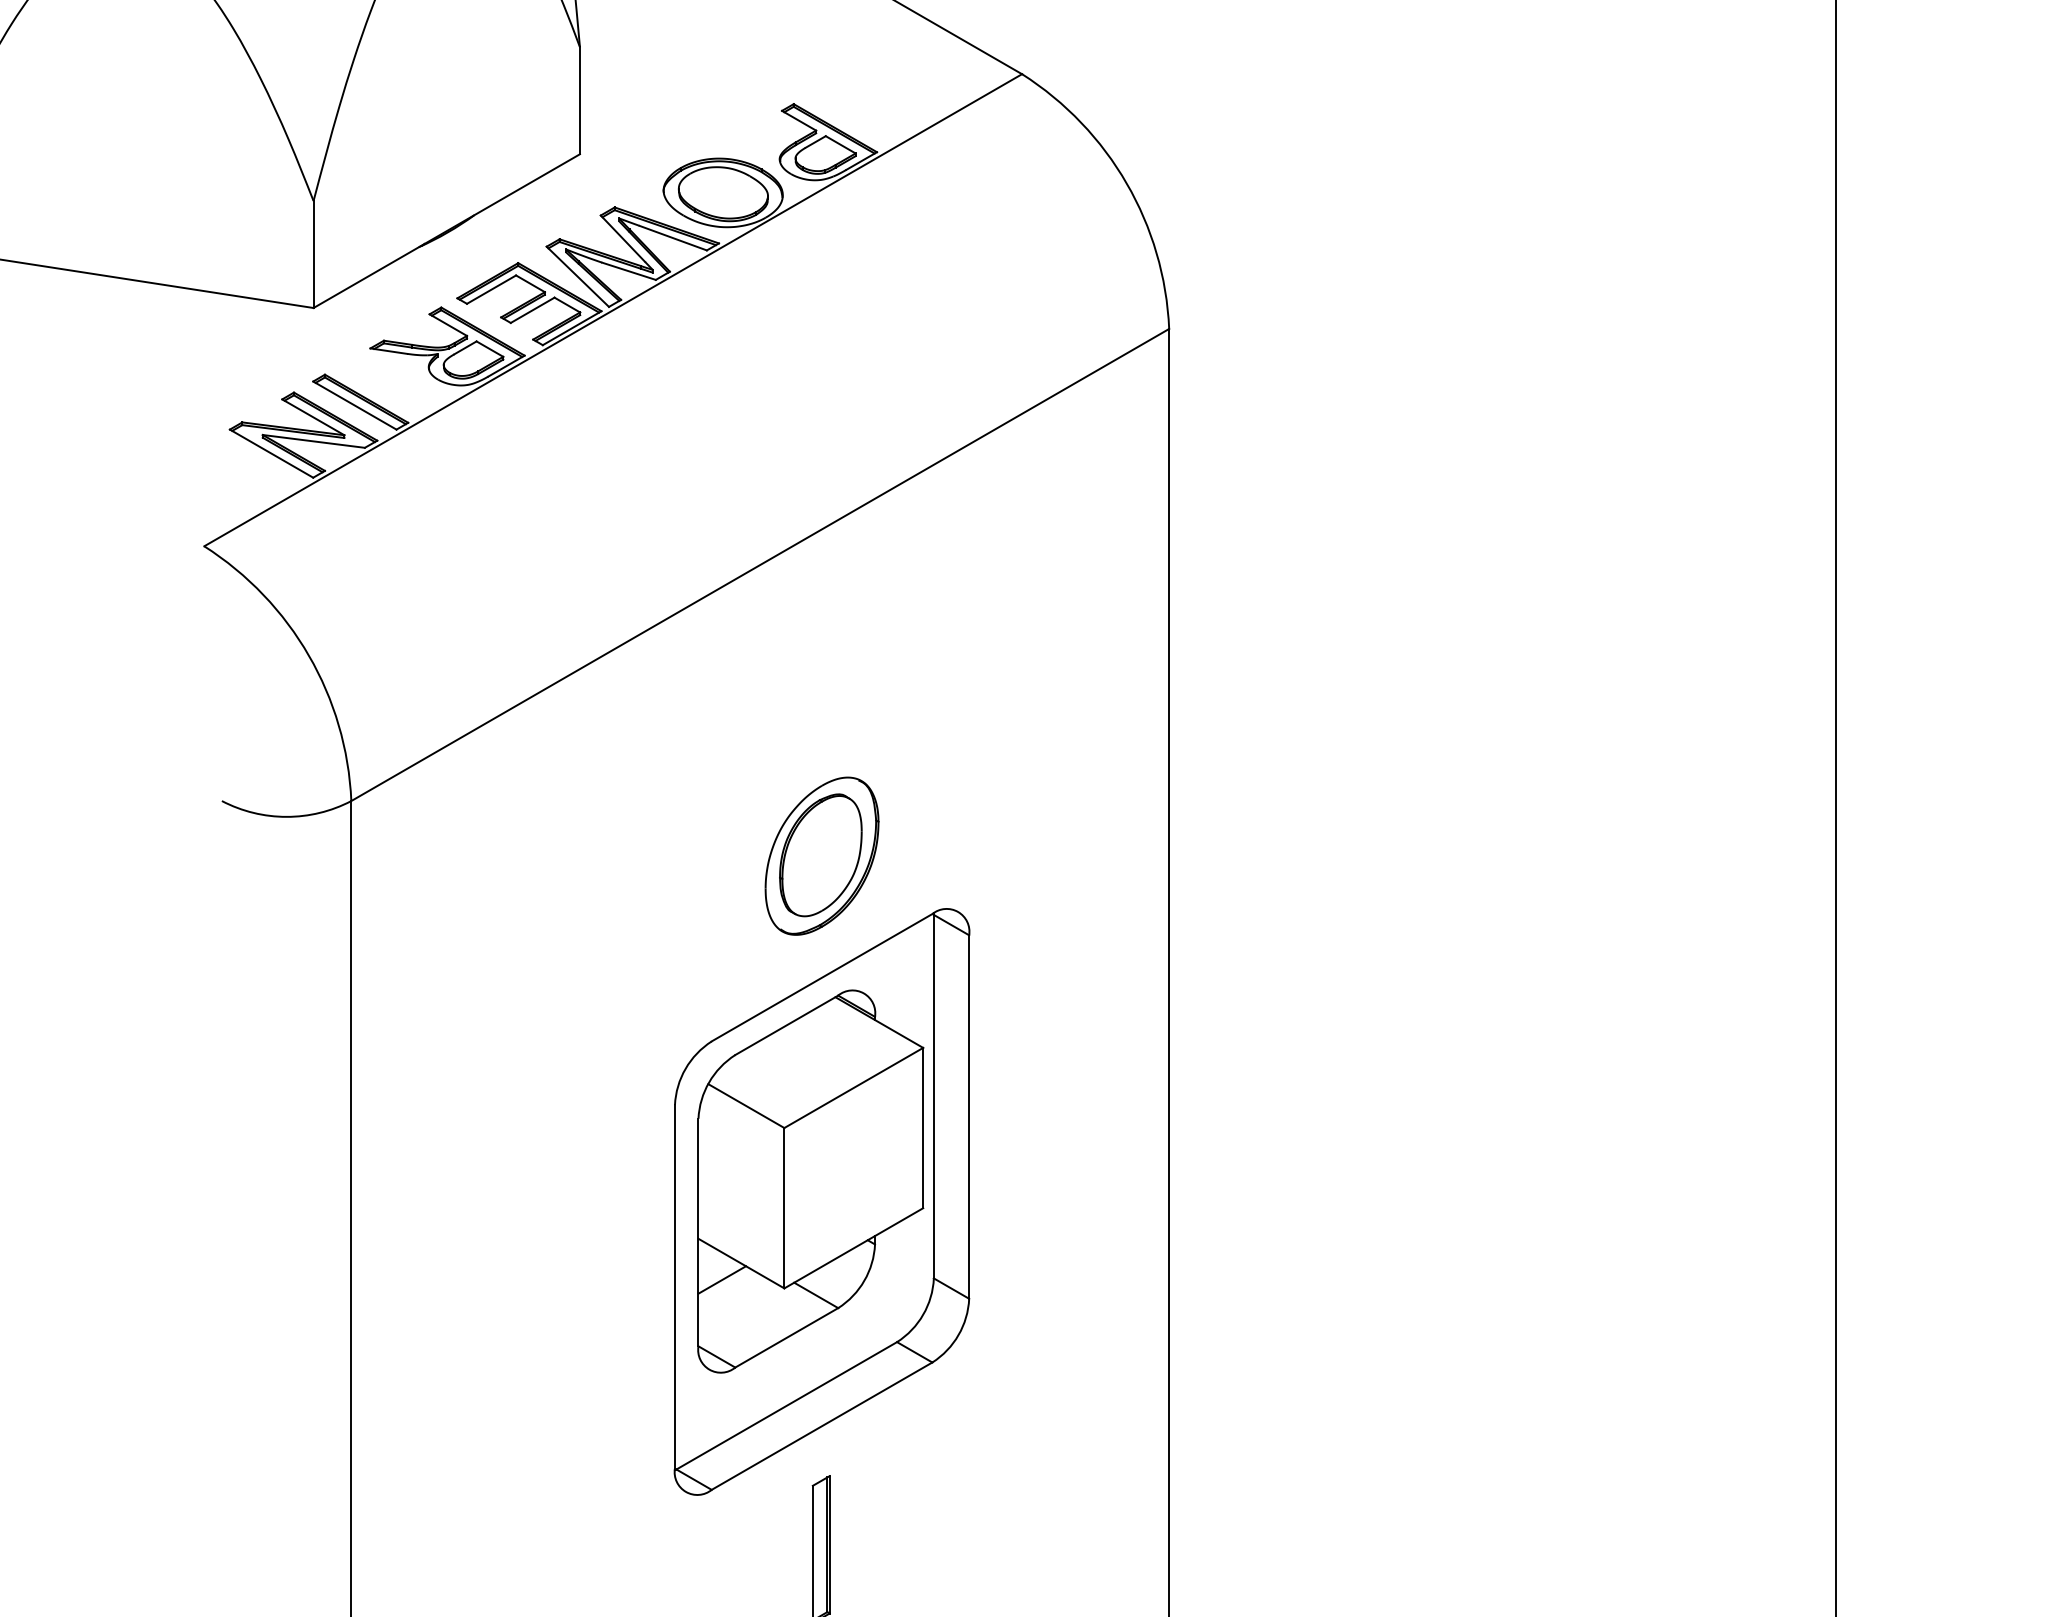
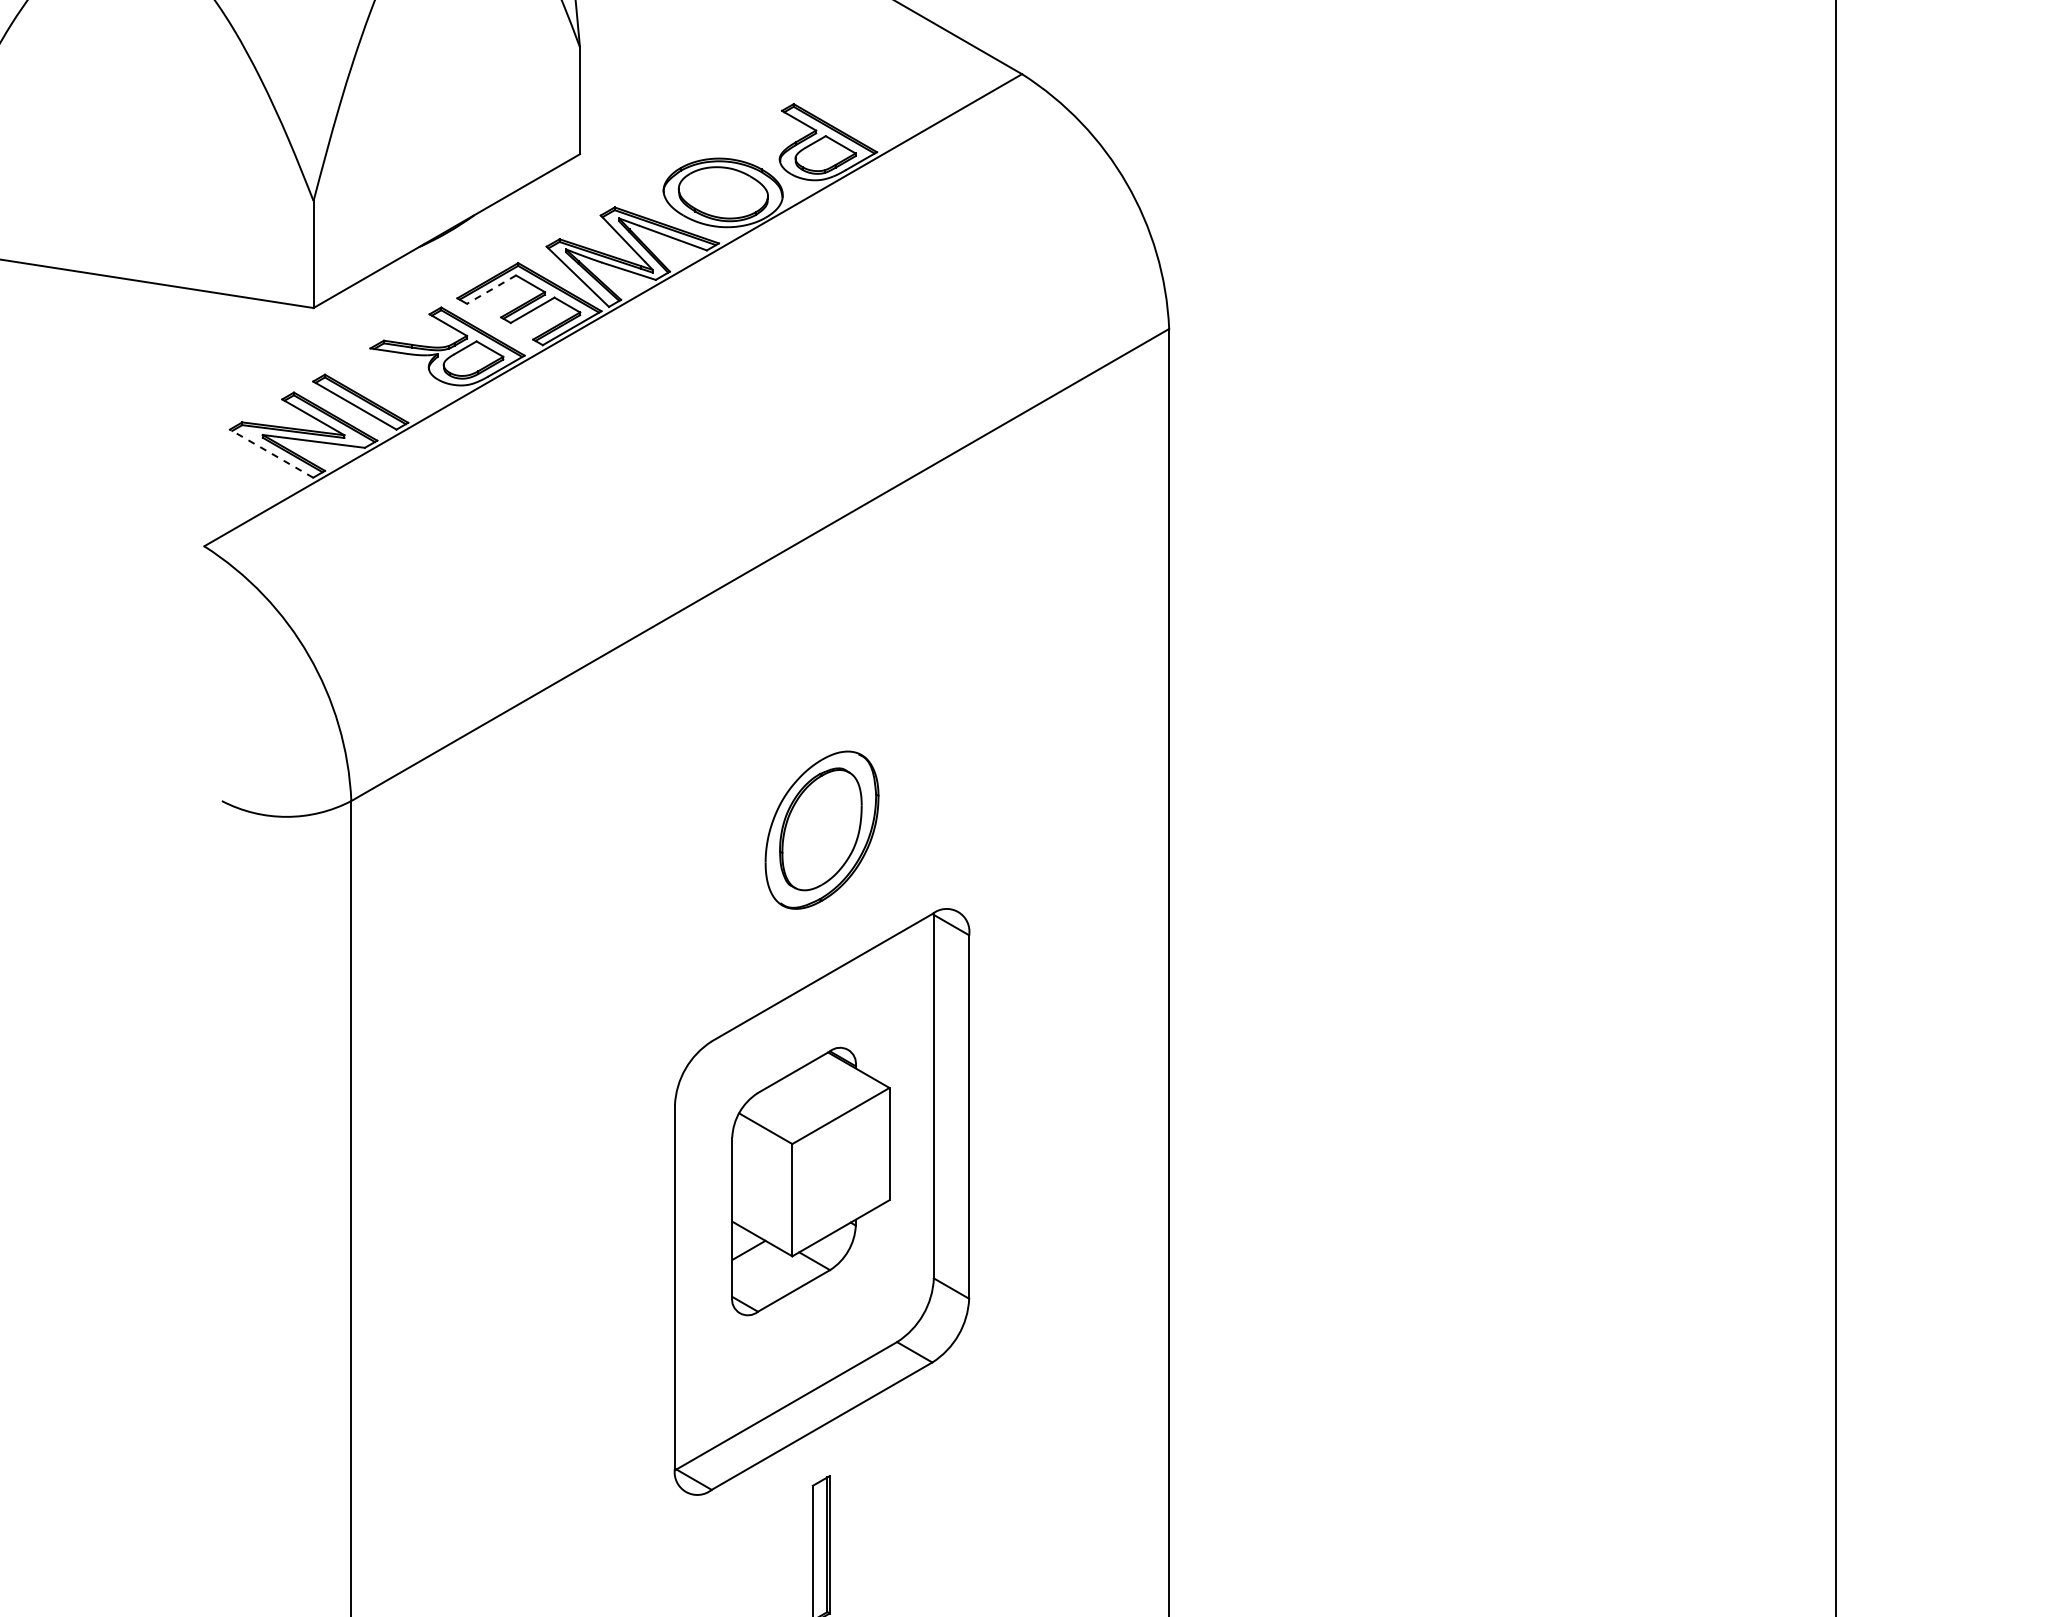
line at (491, 289): solid -> dashed
line at (271, 453): solid -> dashed
part at (821, 855) position: (821, 855) -> (821, 829)
part at (810, 1181) size: 228x385 px -> 160x271 px
